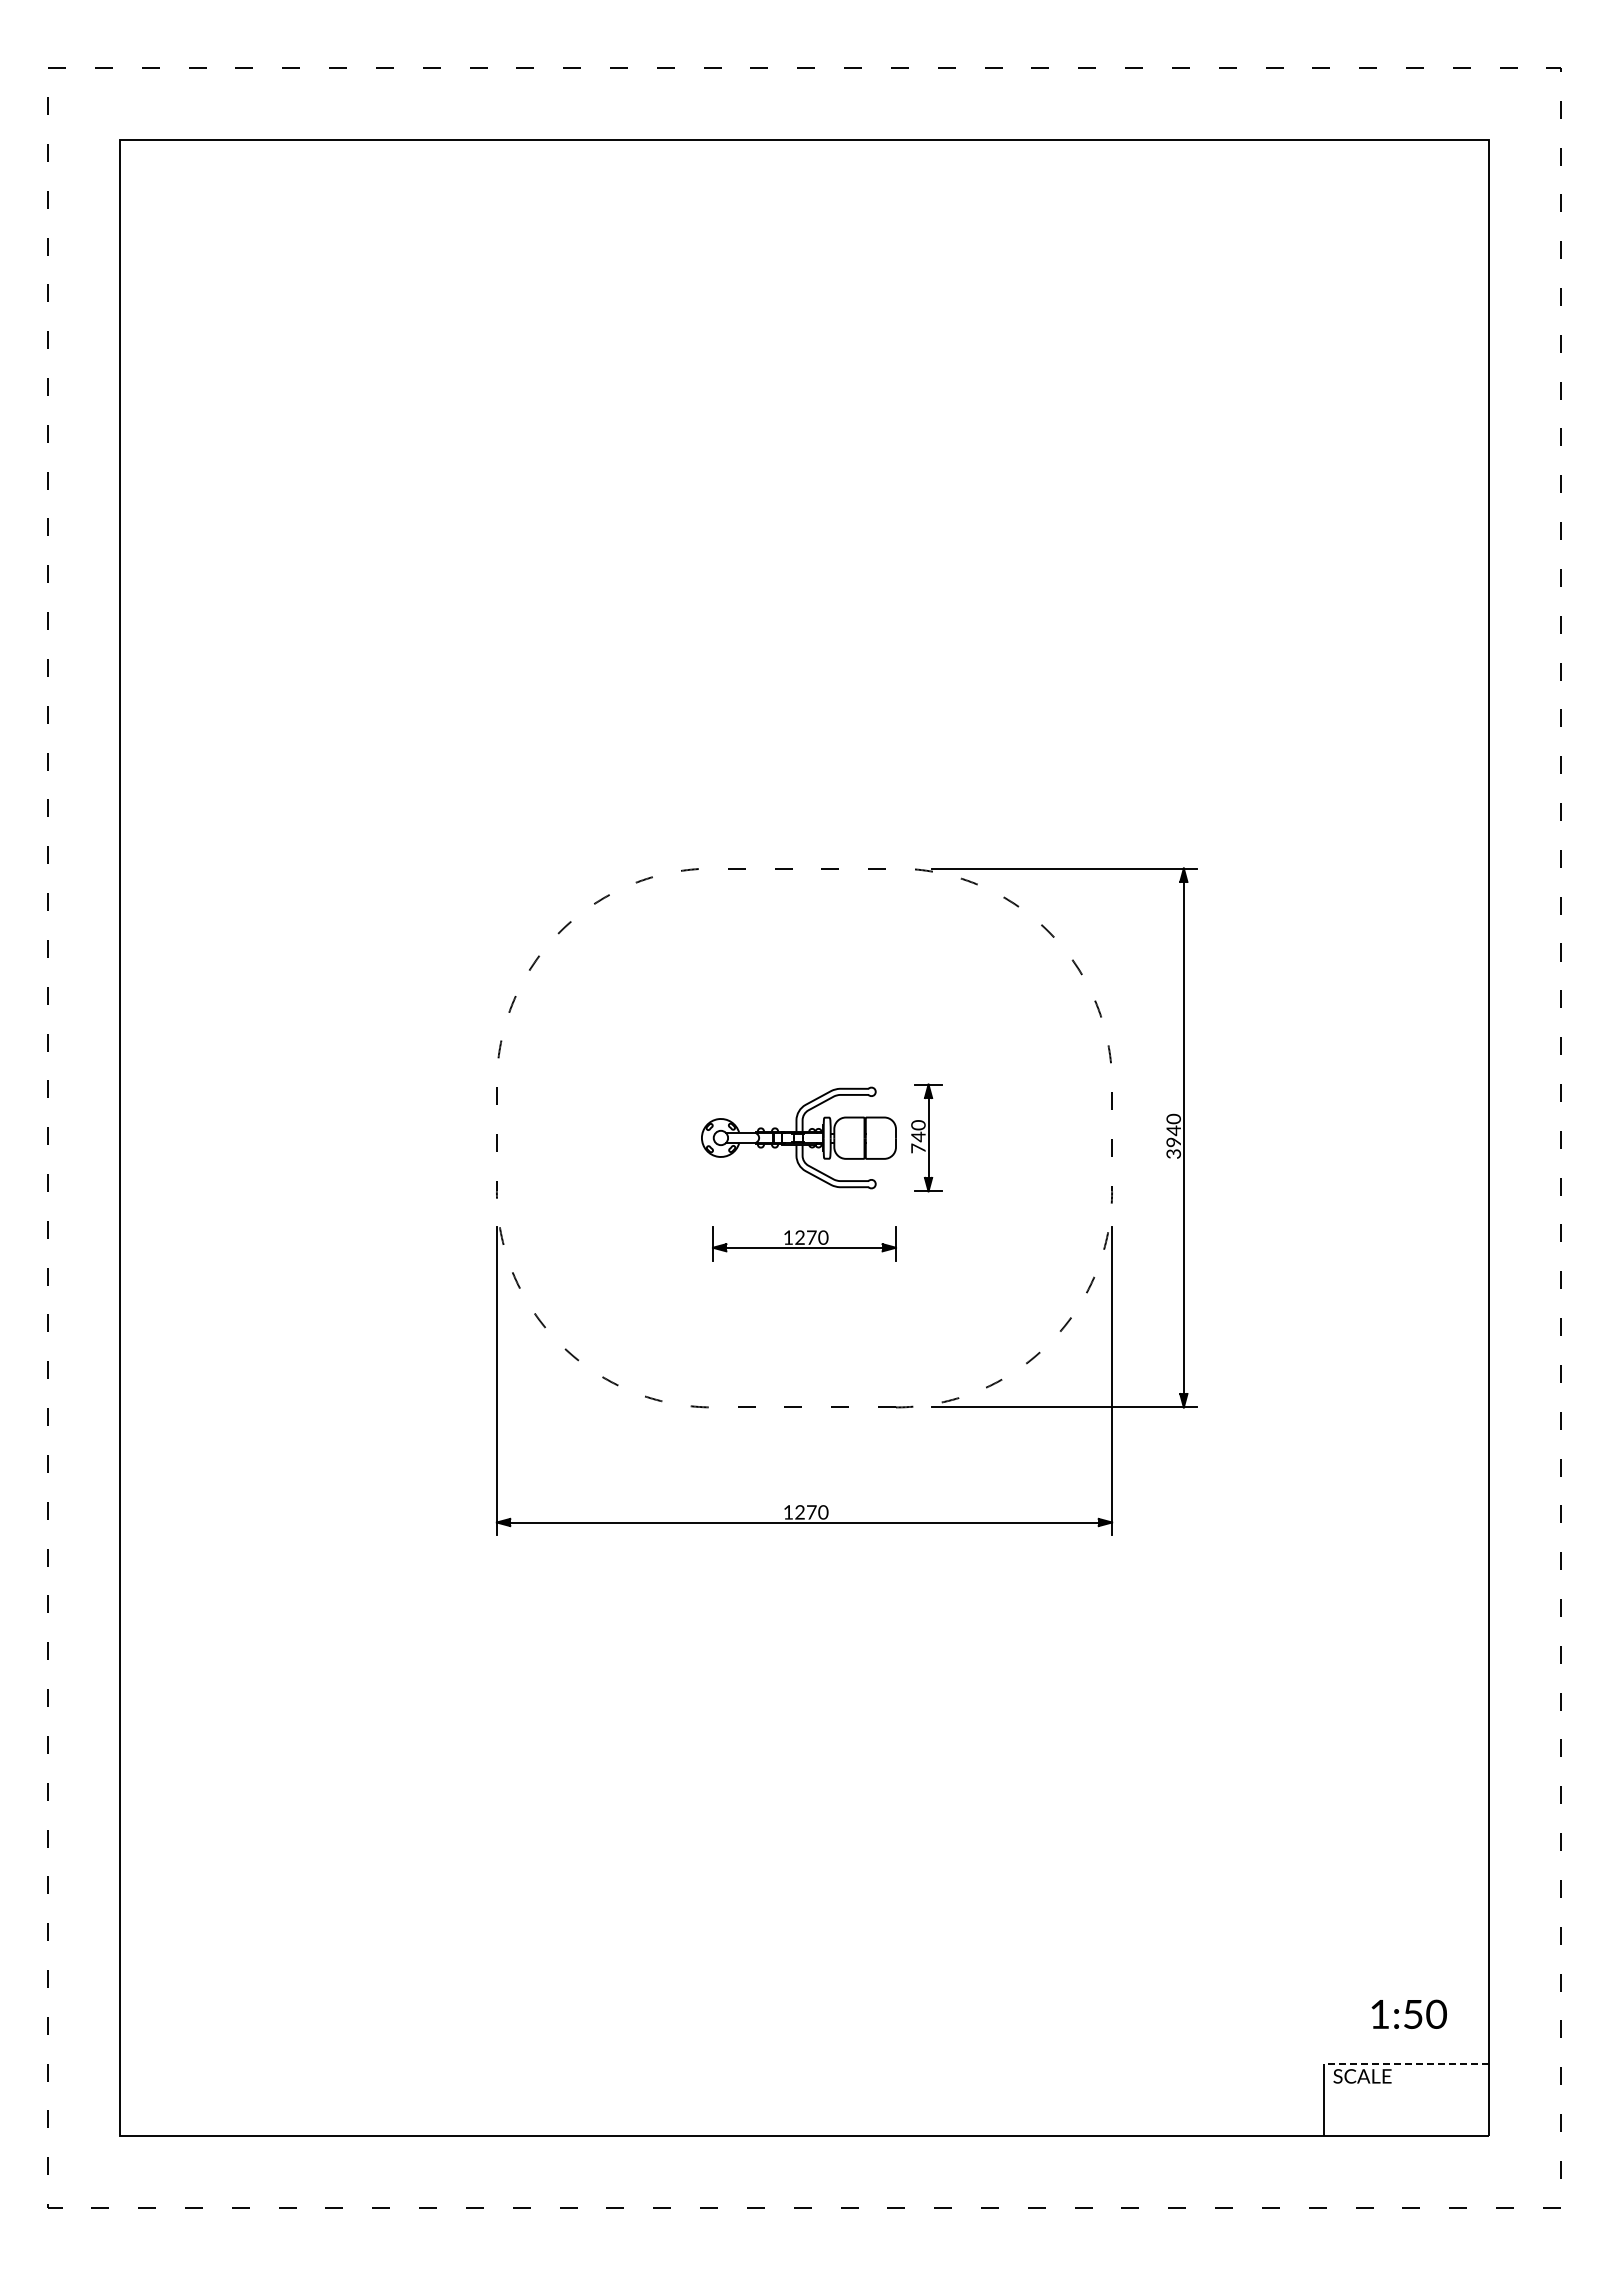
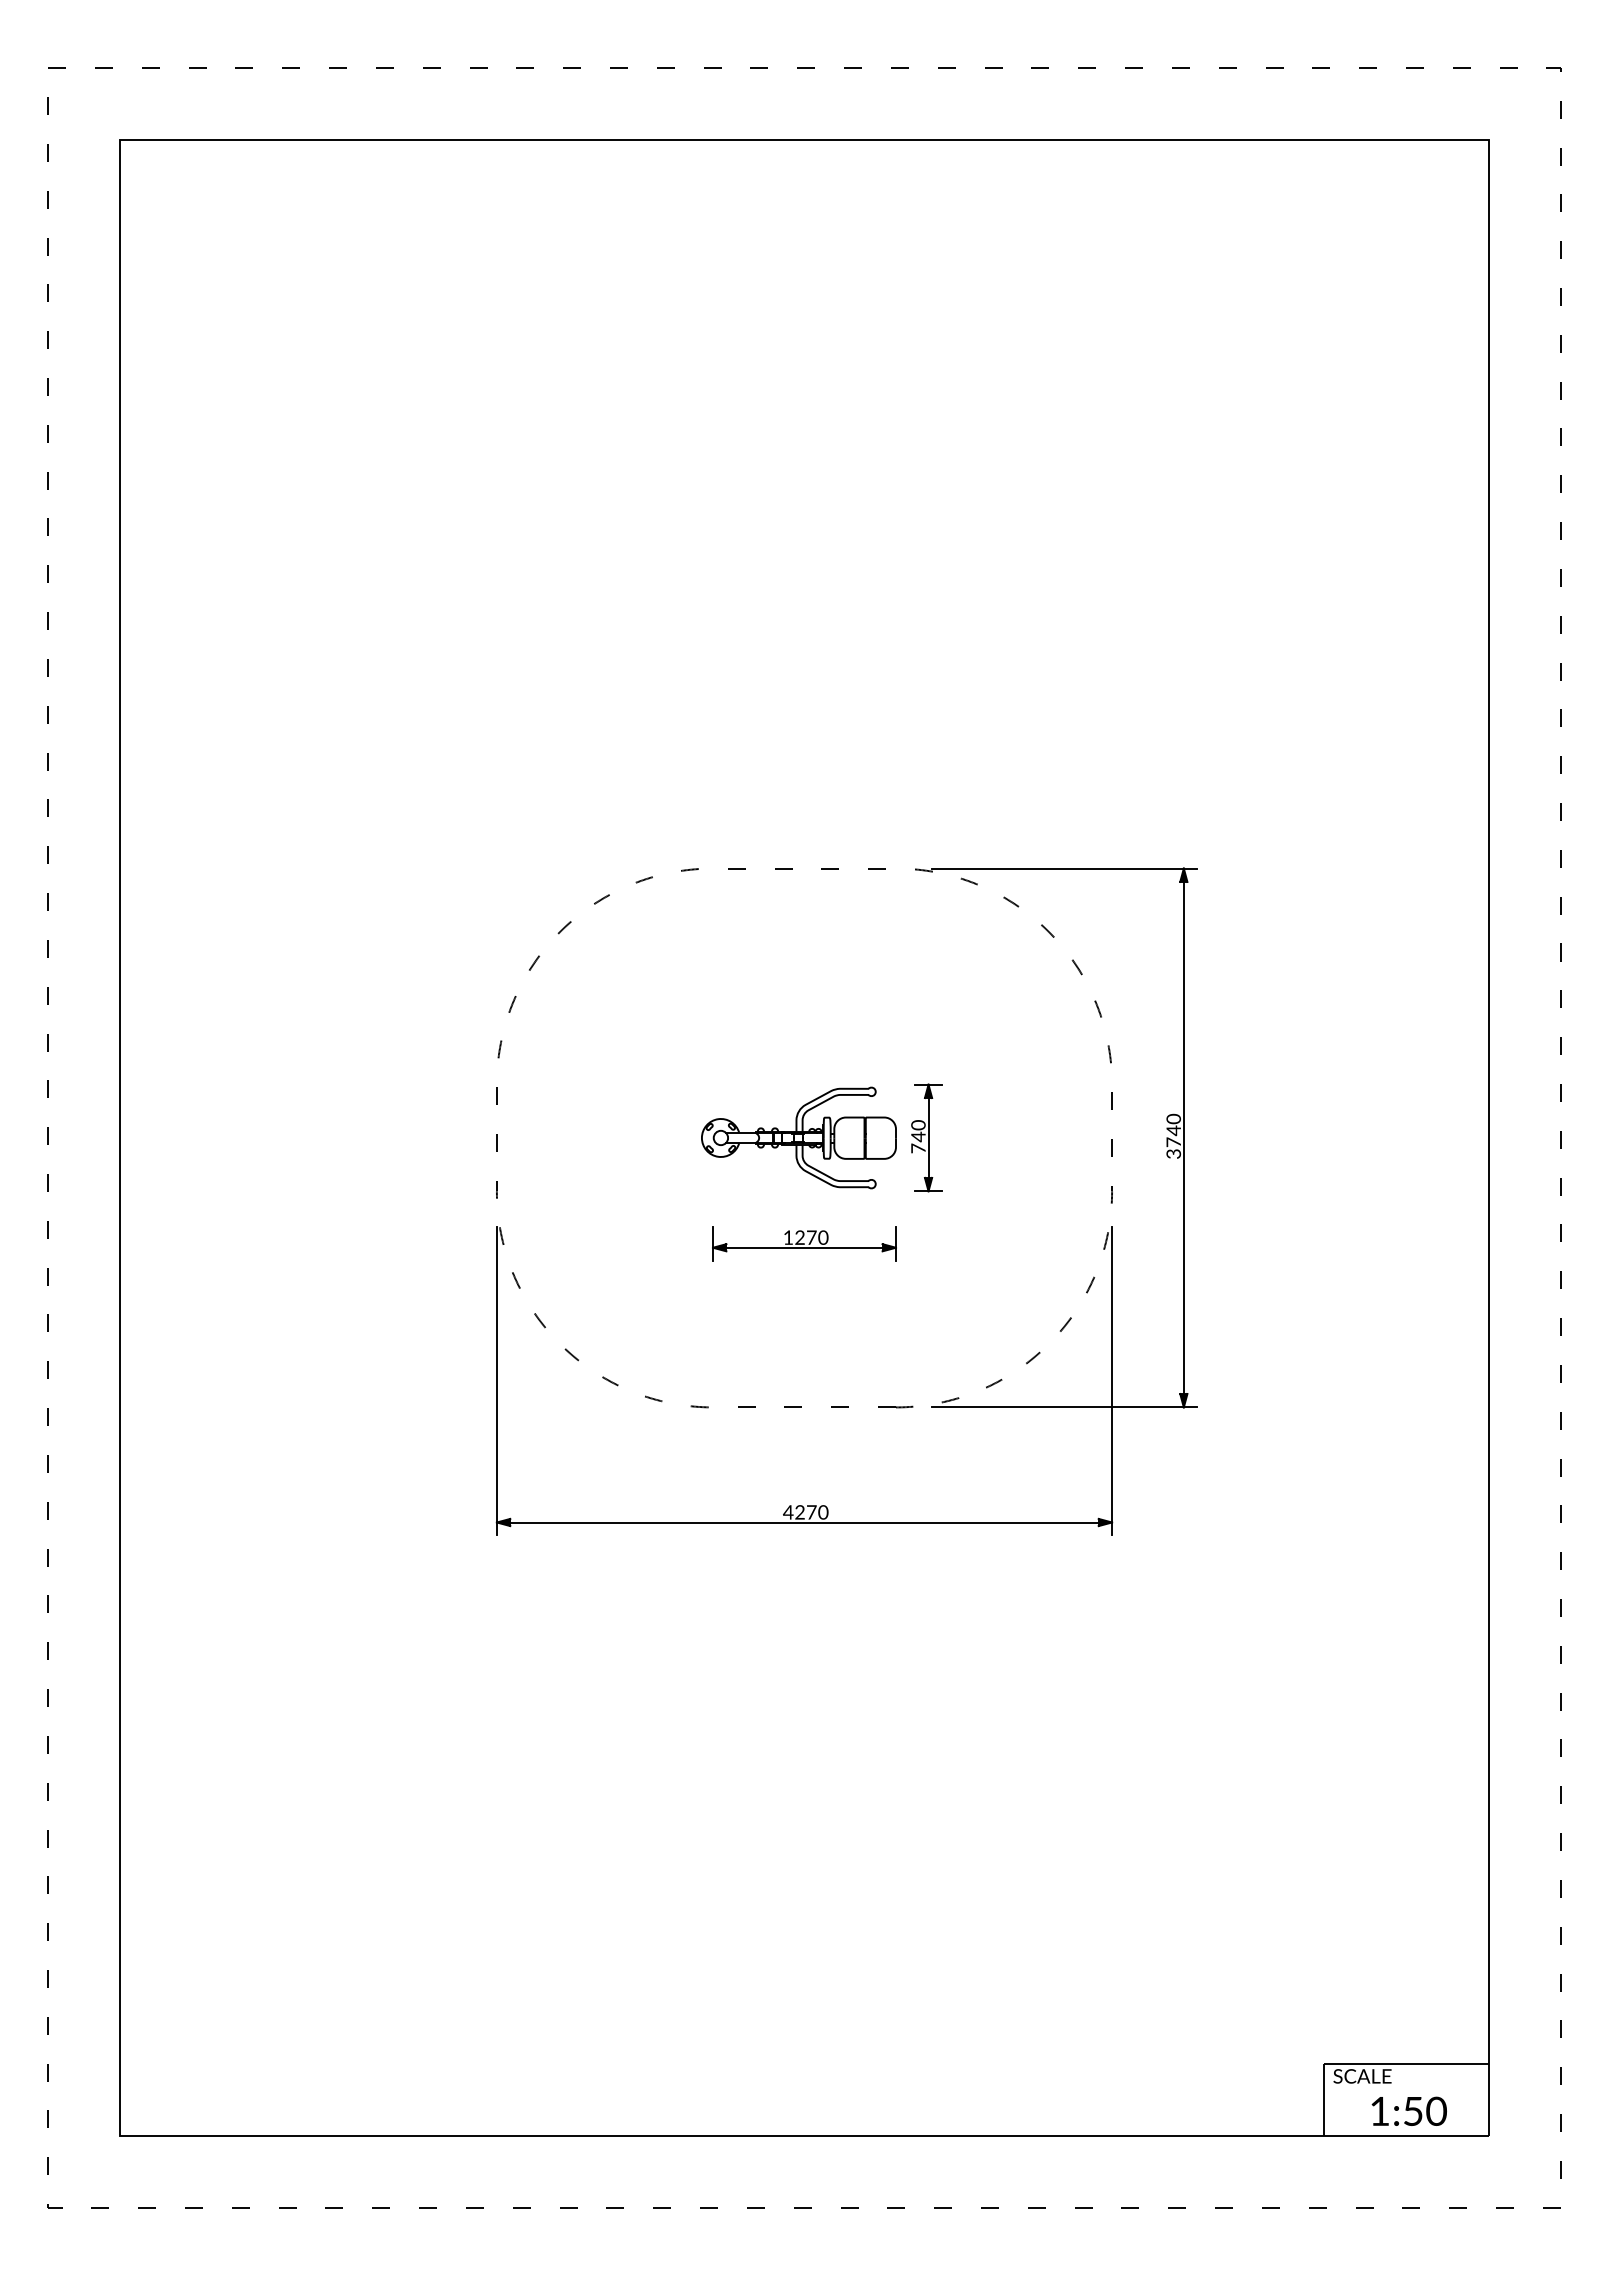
text at (1173, 1142): 3940 -> 3740
text at (788, 1512): 1270 -> 4270
text at (1408, 2013) position: (1408, 2013) -> (1408, 2110)
line at (1406, 2063): dashed -> solid
